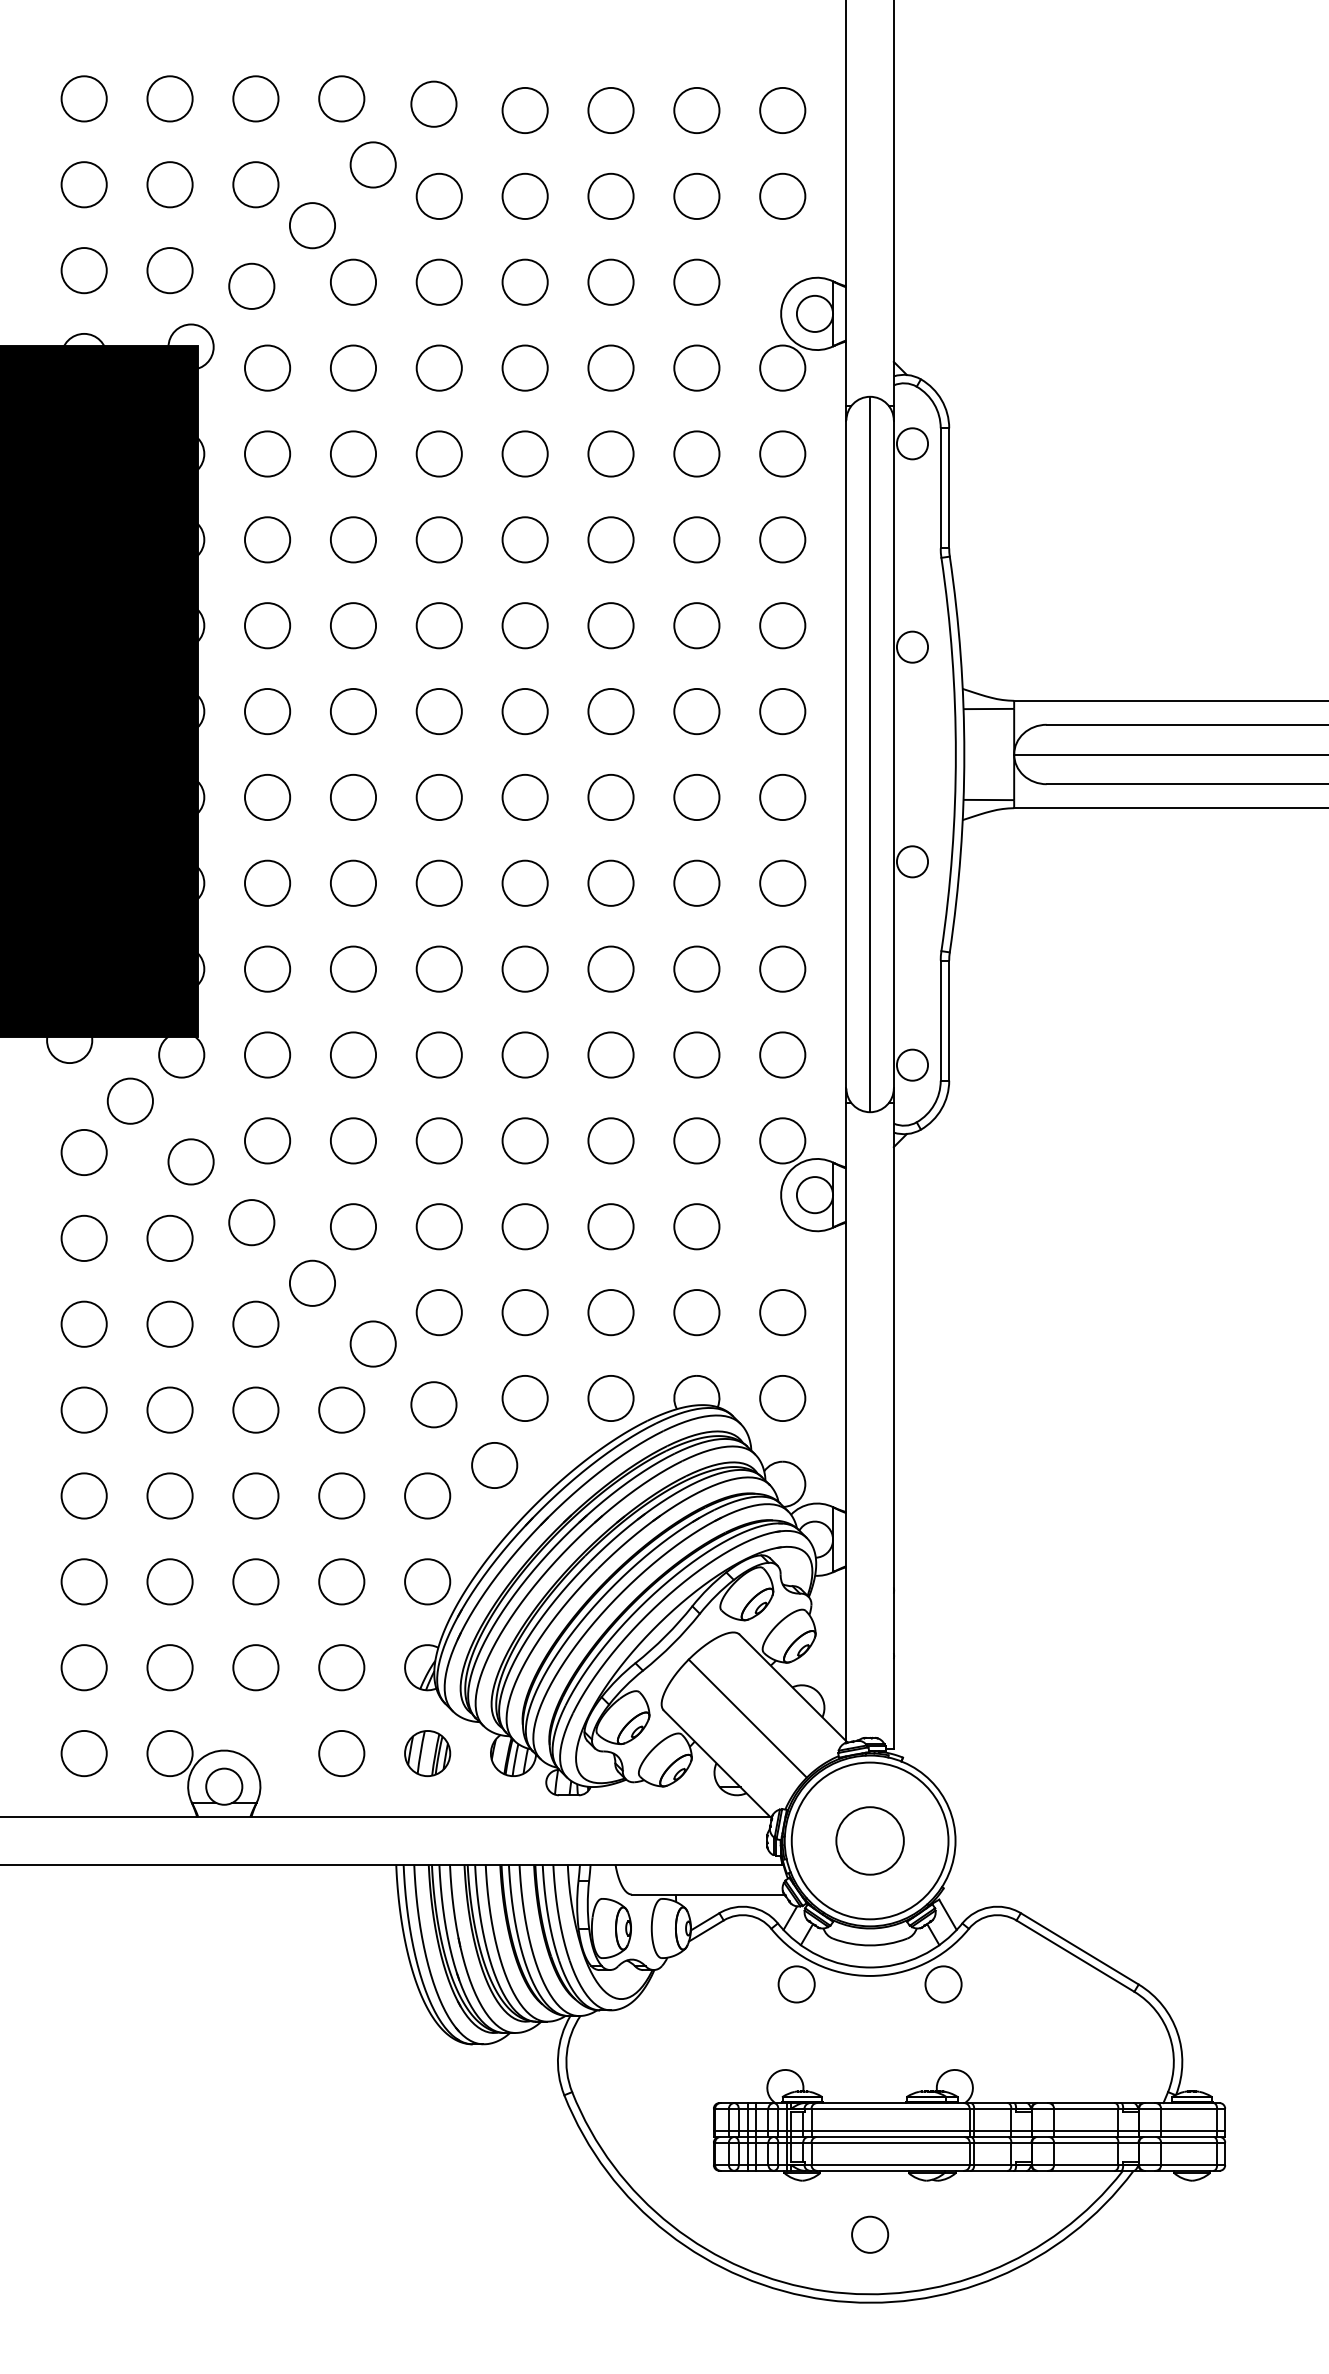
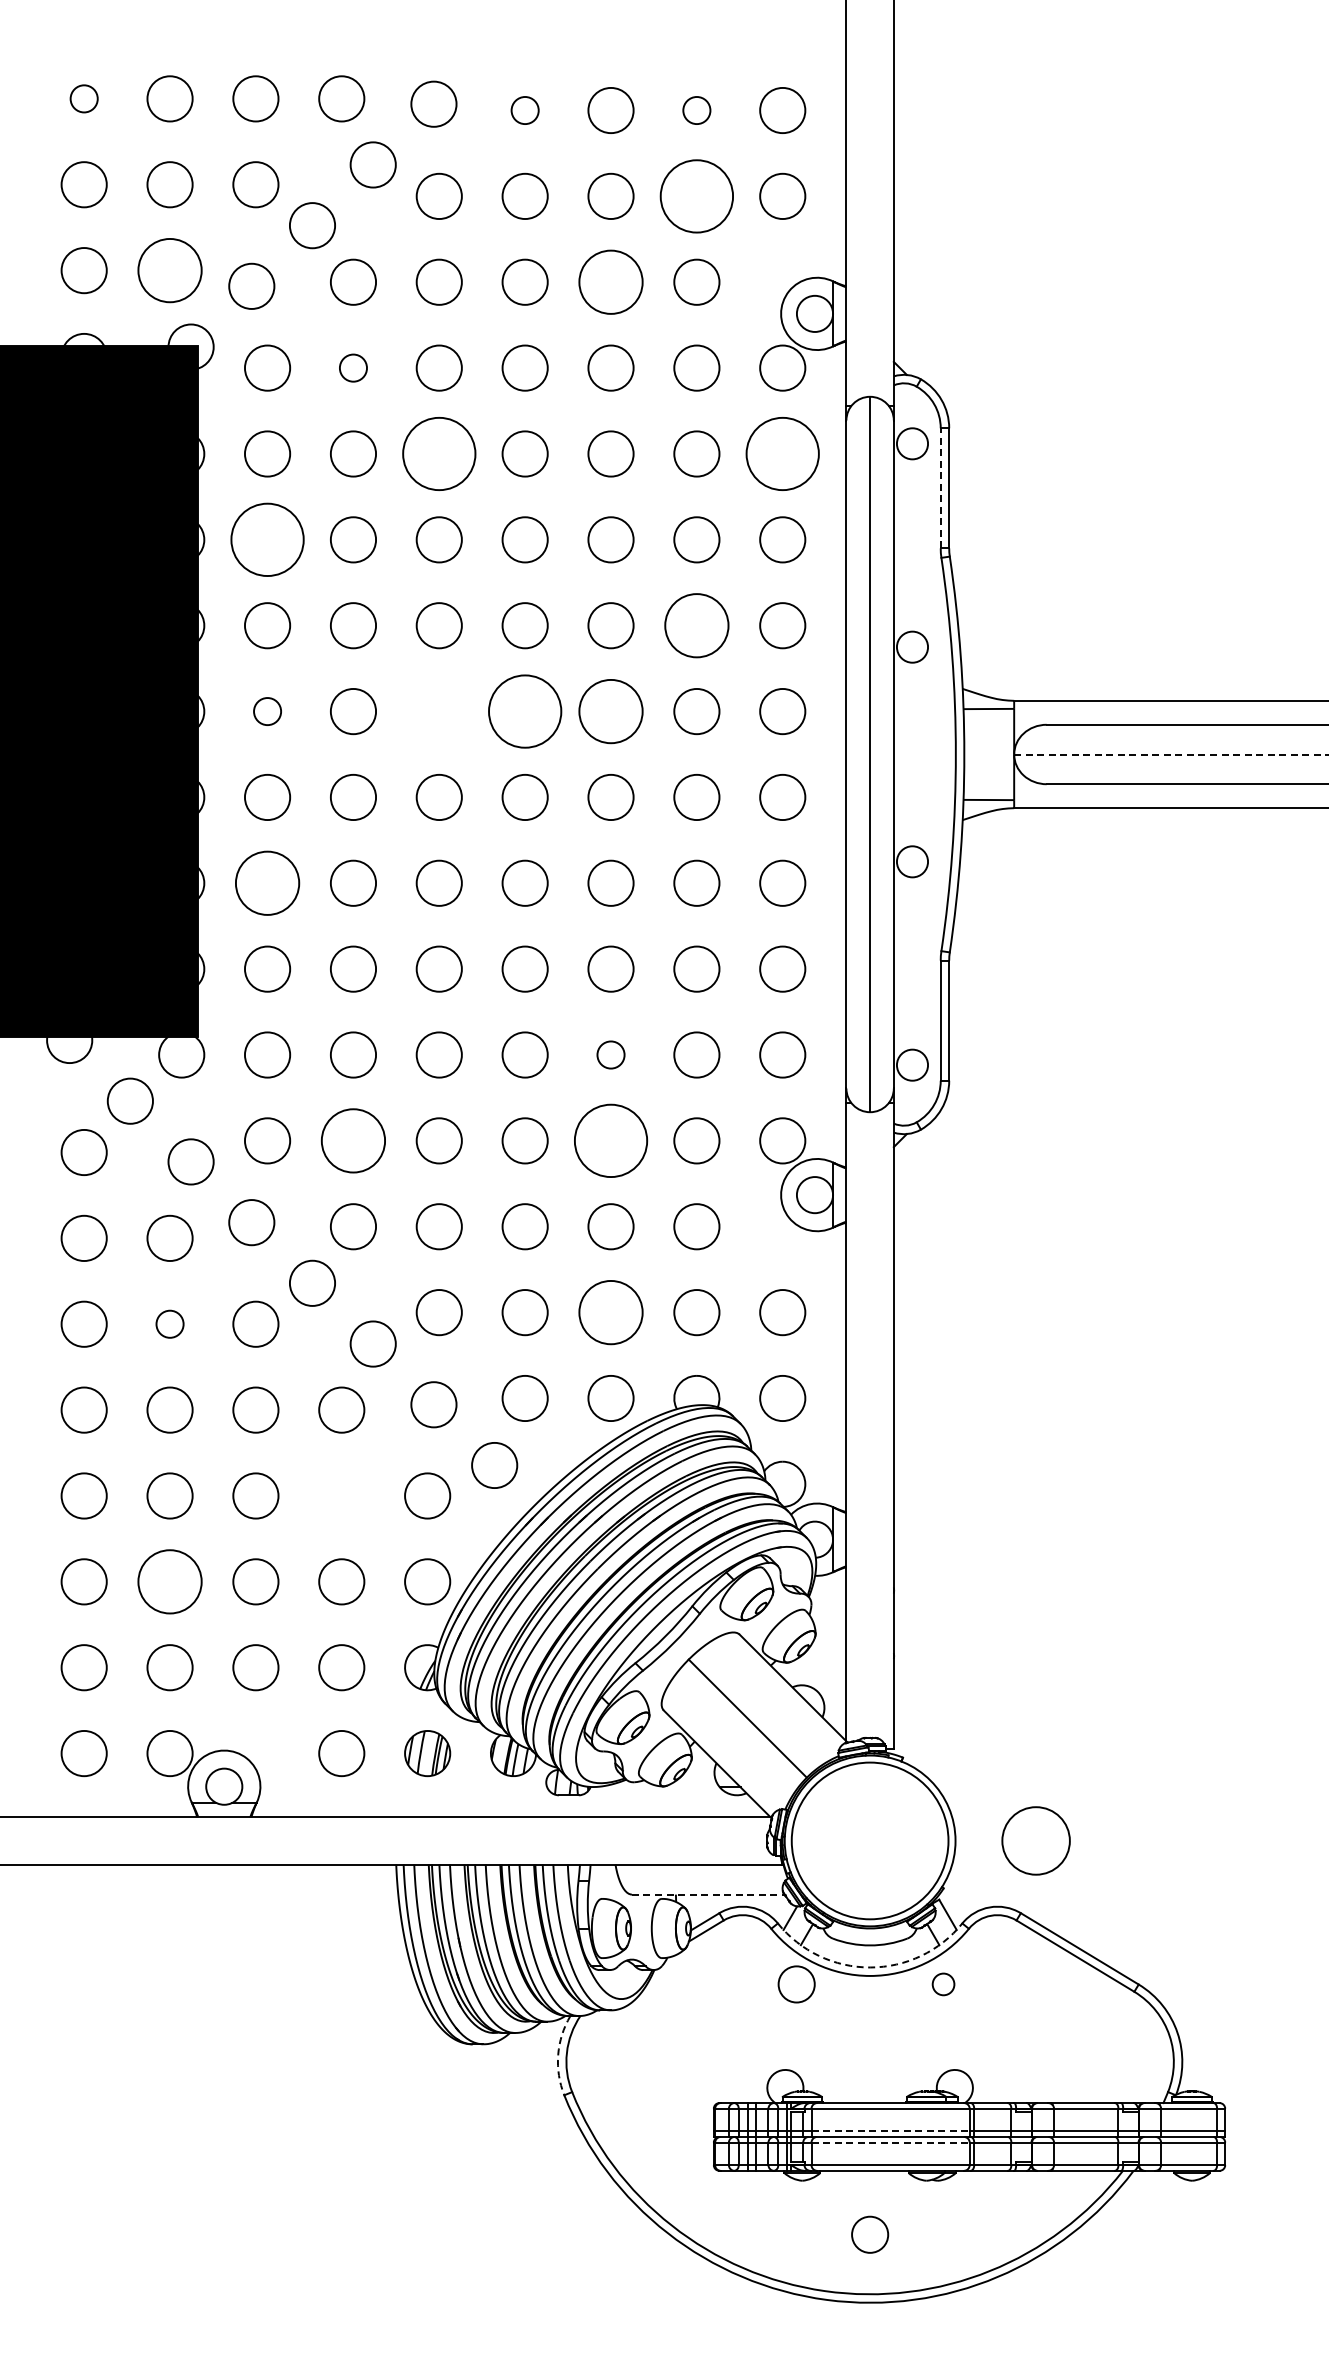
circle at (83, 98) diameter: 45 px -> 27 px
circle at (524, 110) diameter: 45 px -> 27 px
circle at (696, 110) diameter: 45 px -> 27 px
circle at (696, 196) diameter: 45 px -> 72 px
circle at (169, 270) diameter: 45 px -> 63 px
circle at (610, 281) diameter: 45 px -> 63 px
circle at (353, 367) diameter: 45 px -> 27 px
circle at (438, 453) diameter: 45 px -> 72 px
circle at (782, 453) diameter: 45 px -> 72 px
line at (940, 487): solid -> dashed
circle at (267, 539) diameter: 45 px -> 72 px
circle at (696, 625) diameter: 45 px -> 63 px
circle at (267, 711) diameter: 45 px -> 27 px
circle at (438, 711): present -> none
circle at (524, 711) diameter: 45 px -> 72 px
circle at (610, 711) diameter: 45 px -> 63 px
line at (1171, 754): solid -> dashed
circle at (267, 882) diameter: 45 px -> 63 px
circle at (610, 1054) diameter: 45 px -> 27 px
circle at (353, 1140) diameter: 45 px -> 63 px
circle at (610, 1140) diameter: 45 px -> 72 px
circle at (610, 1312) diameter: 45 px -> 63 px
circle at (169, 1323) diameter: 45 px -> 27 px
circle at (341, 1495): present -> none
circle at (169, 1581) diameter: 45 px -> 63 px
circle at (869, 1840) position: (869, 1840) -> (1035, 1840)
line at (708, 1894): solid -> dashed
arc at (870, 1967): solid -> dashed
circle at (943, 1984) diameter: 36 px -> 22 px
arc at (558, 2054): solid -> dashed
line at (891, 2131): solid -> dashed
line at (891, 2142): solid -> dashed
